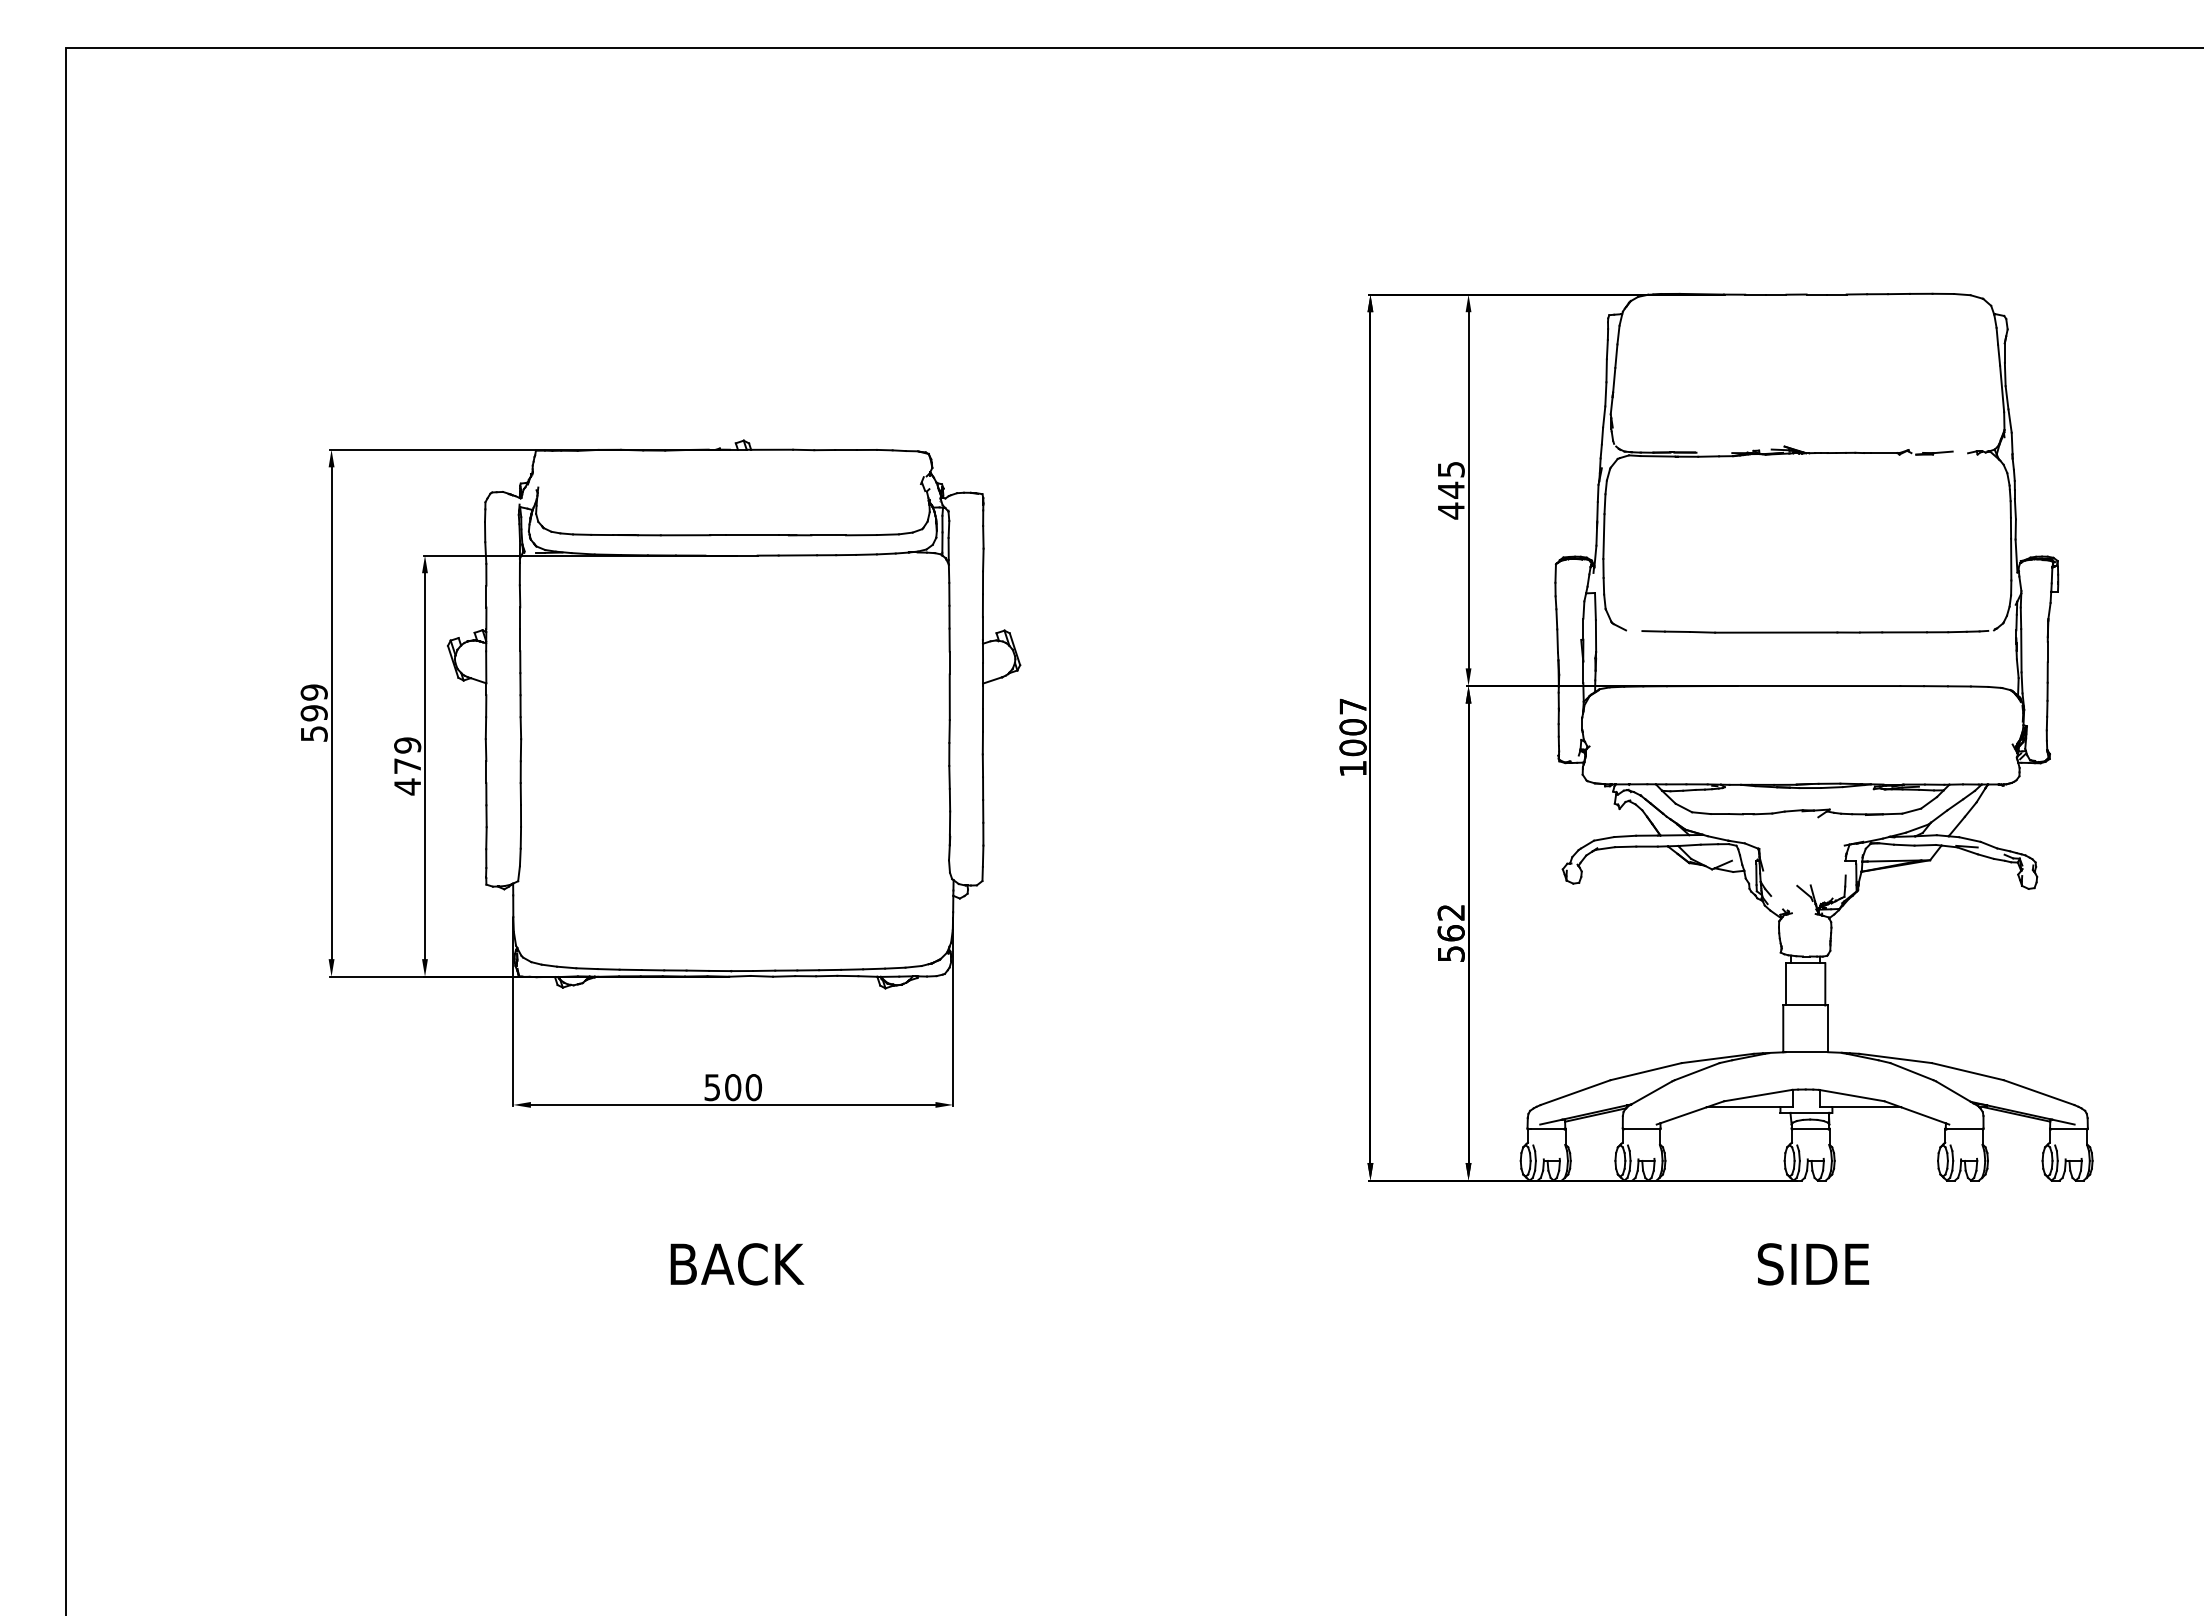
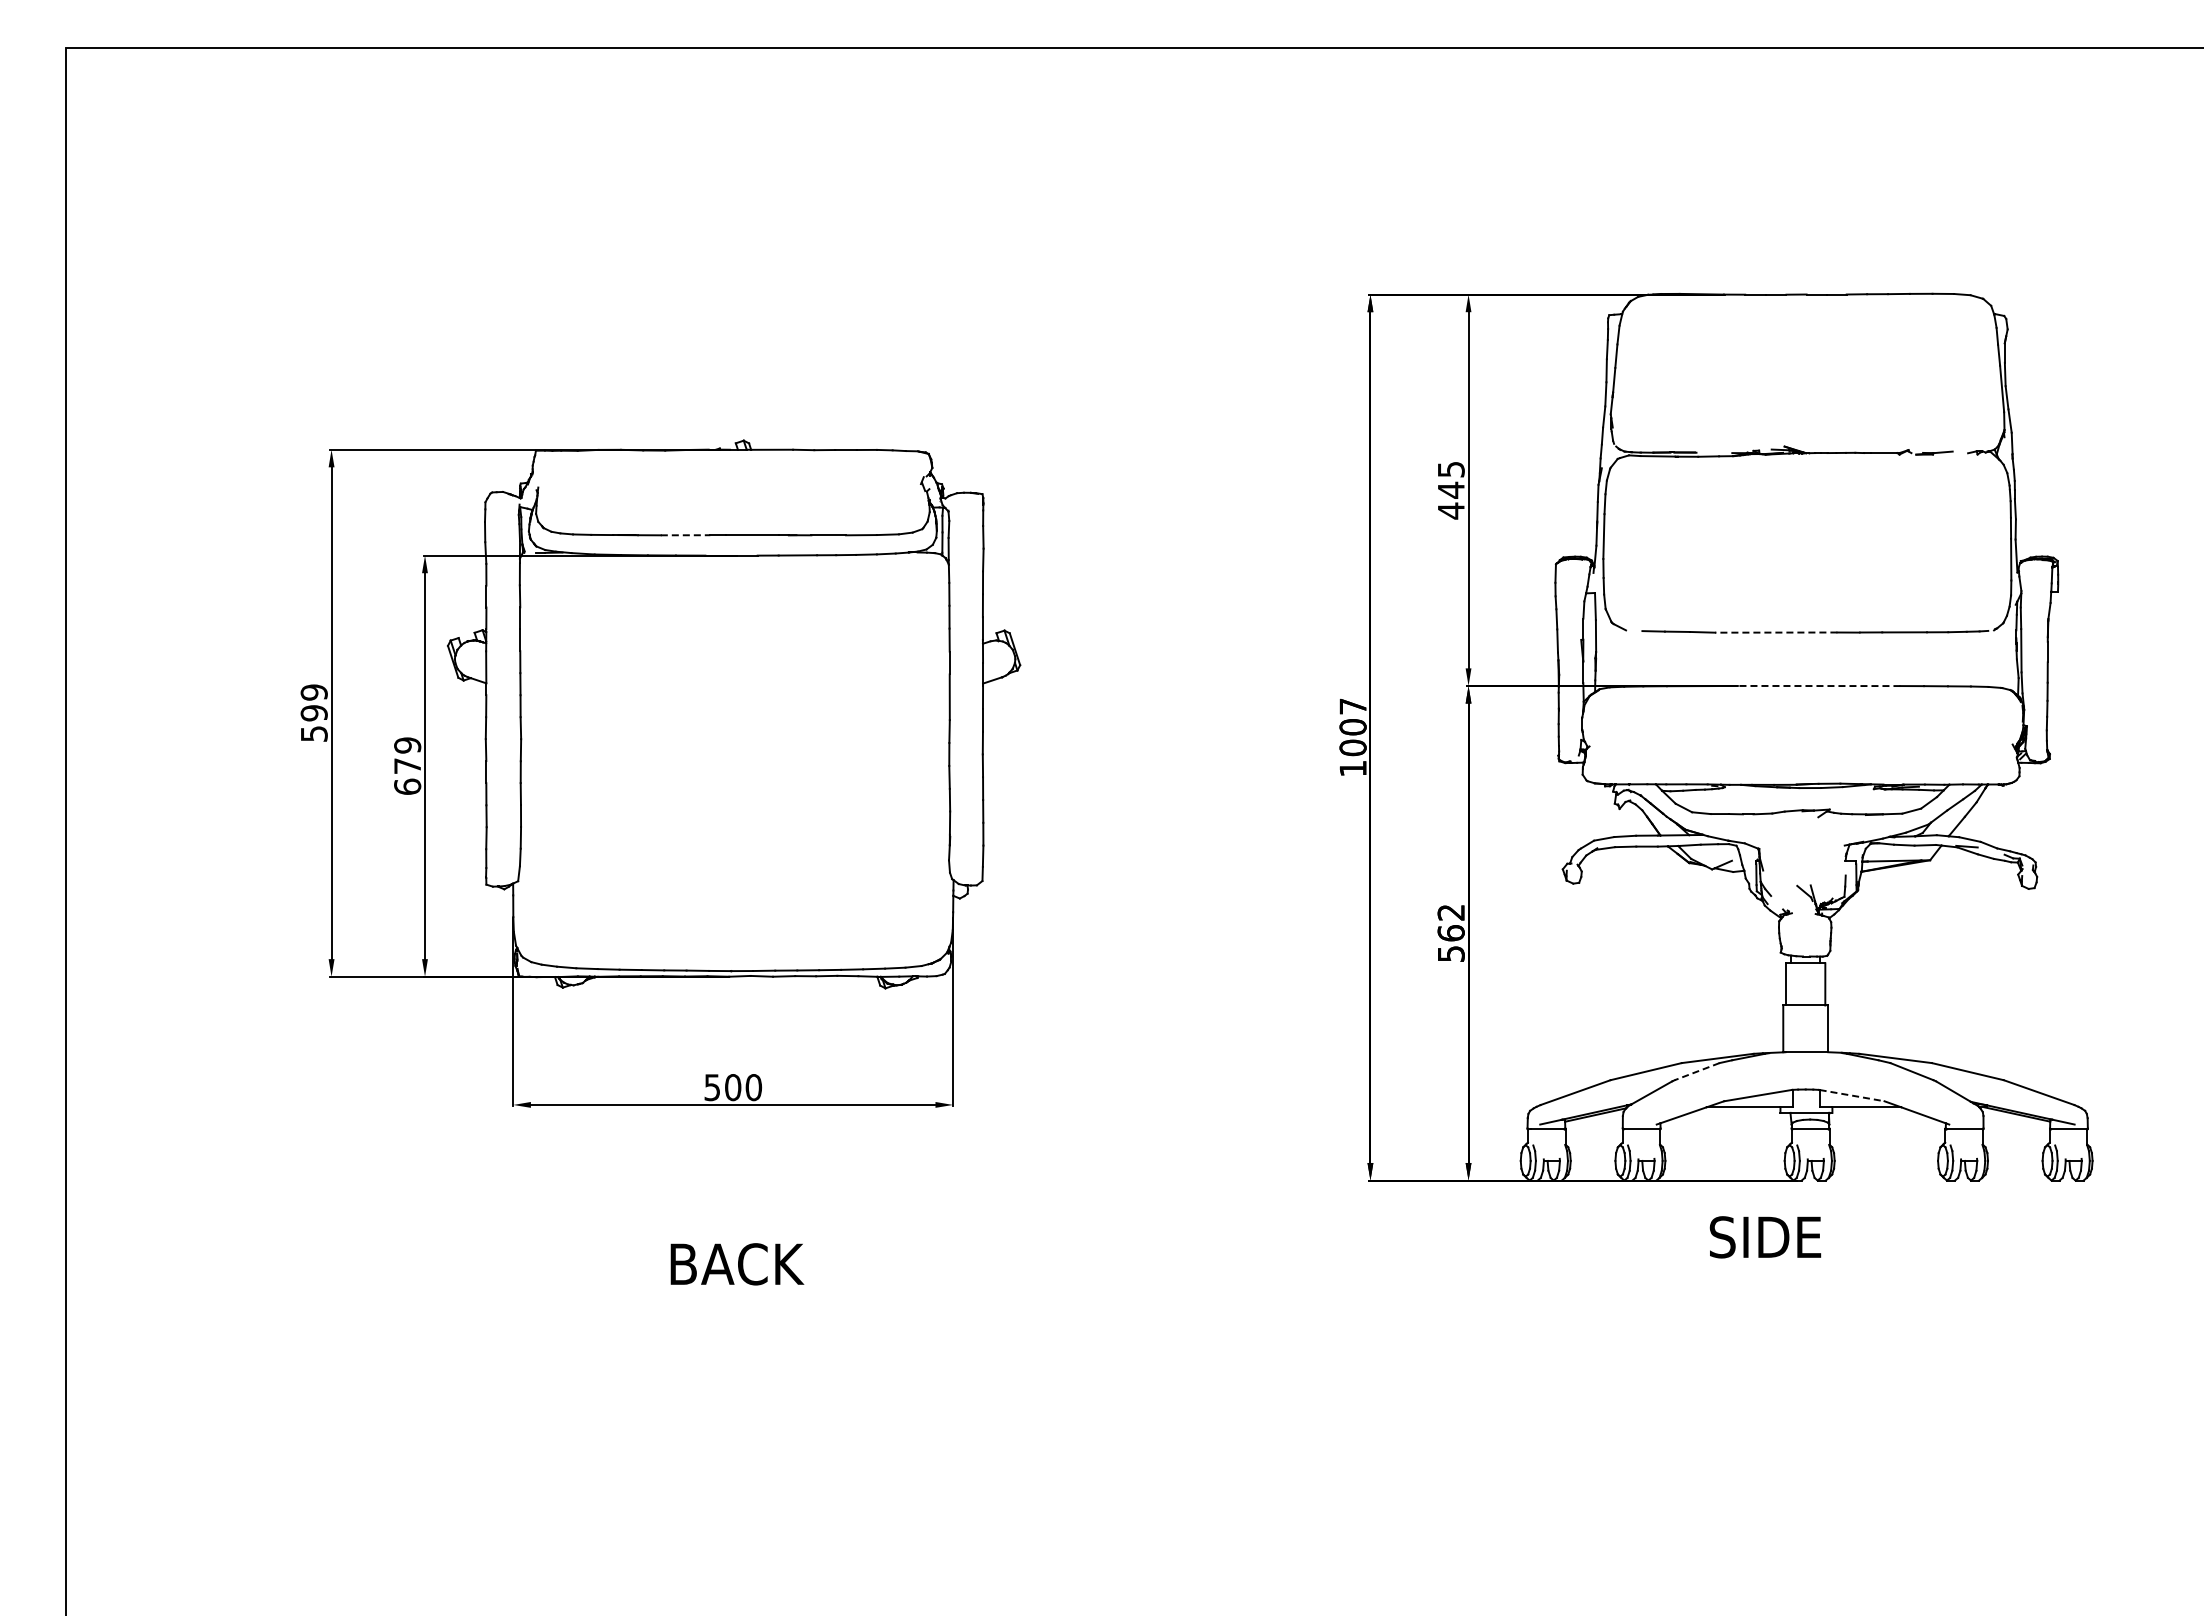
line at (685, 535): solid -> dashed
line at (1775, 632): solid -> dashed
line at (1818, 686): solid -> dashed
text at (407, 786): 479 -> 679
line at (1697, 1071): solid -> dashed
line at (1852, 1095): solid -> dashed
text at (1813, 1264) position: (1813, 1264) -> (1765, 1237)
